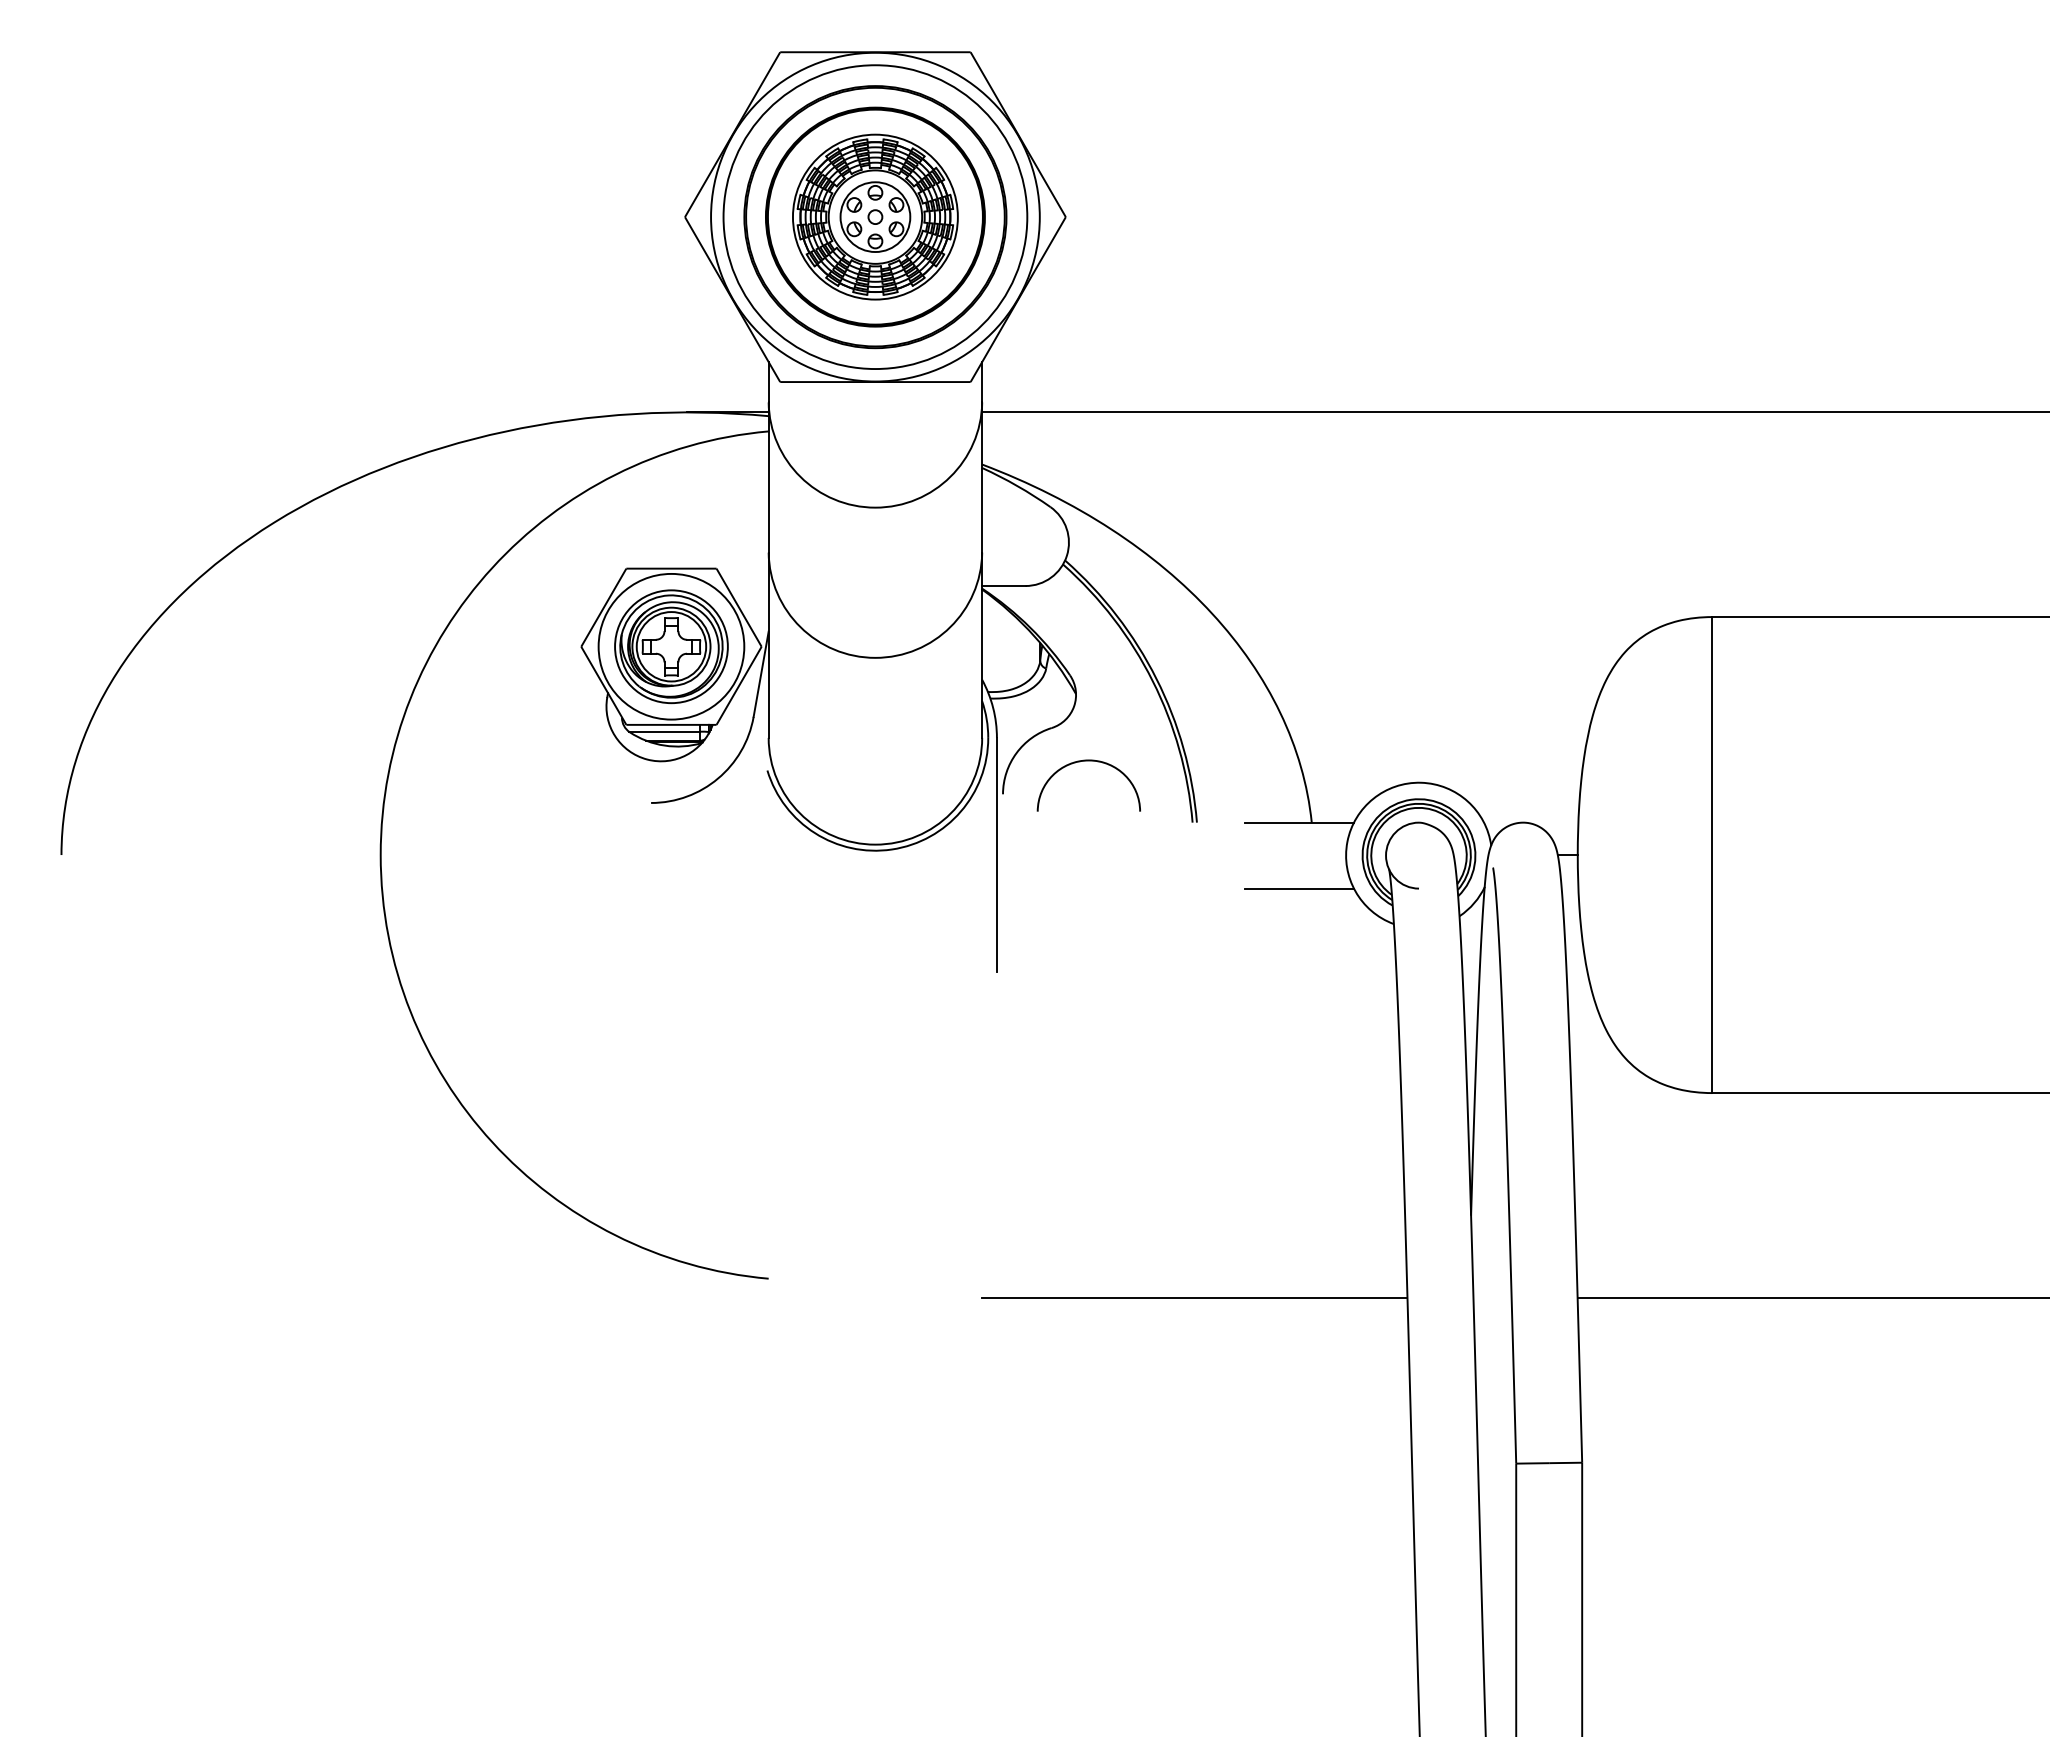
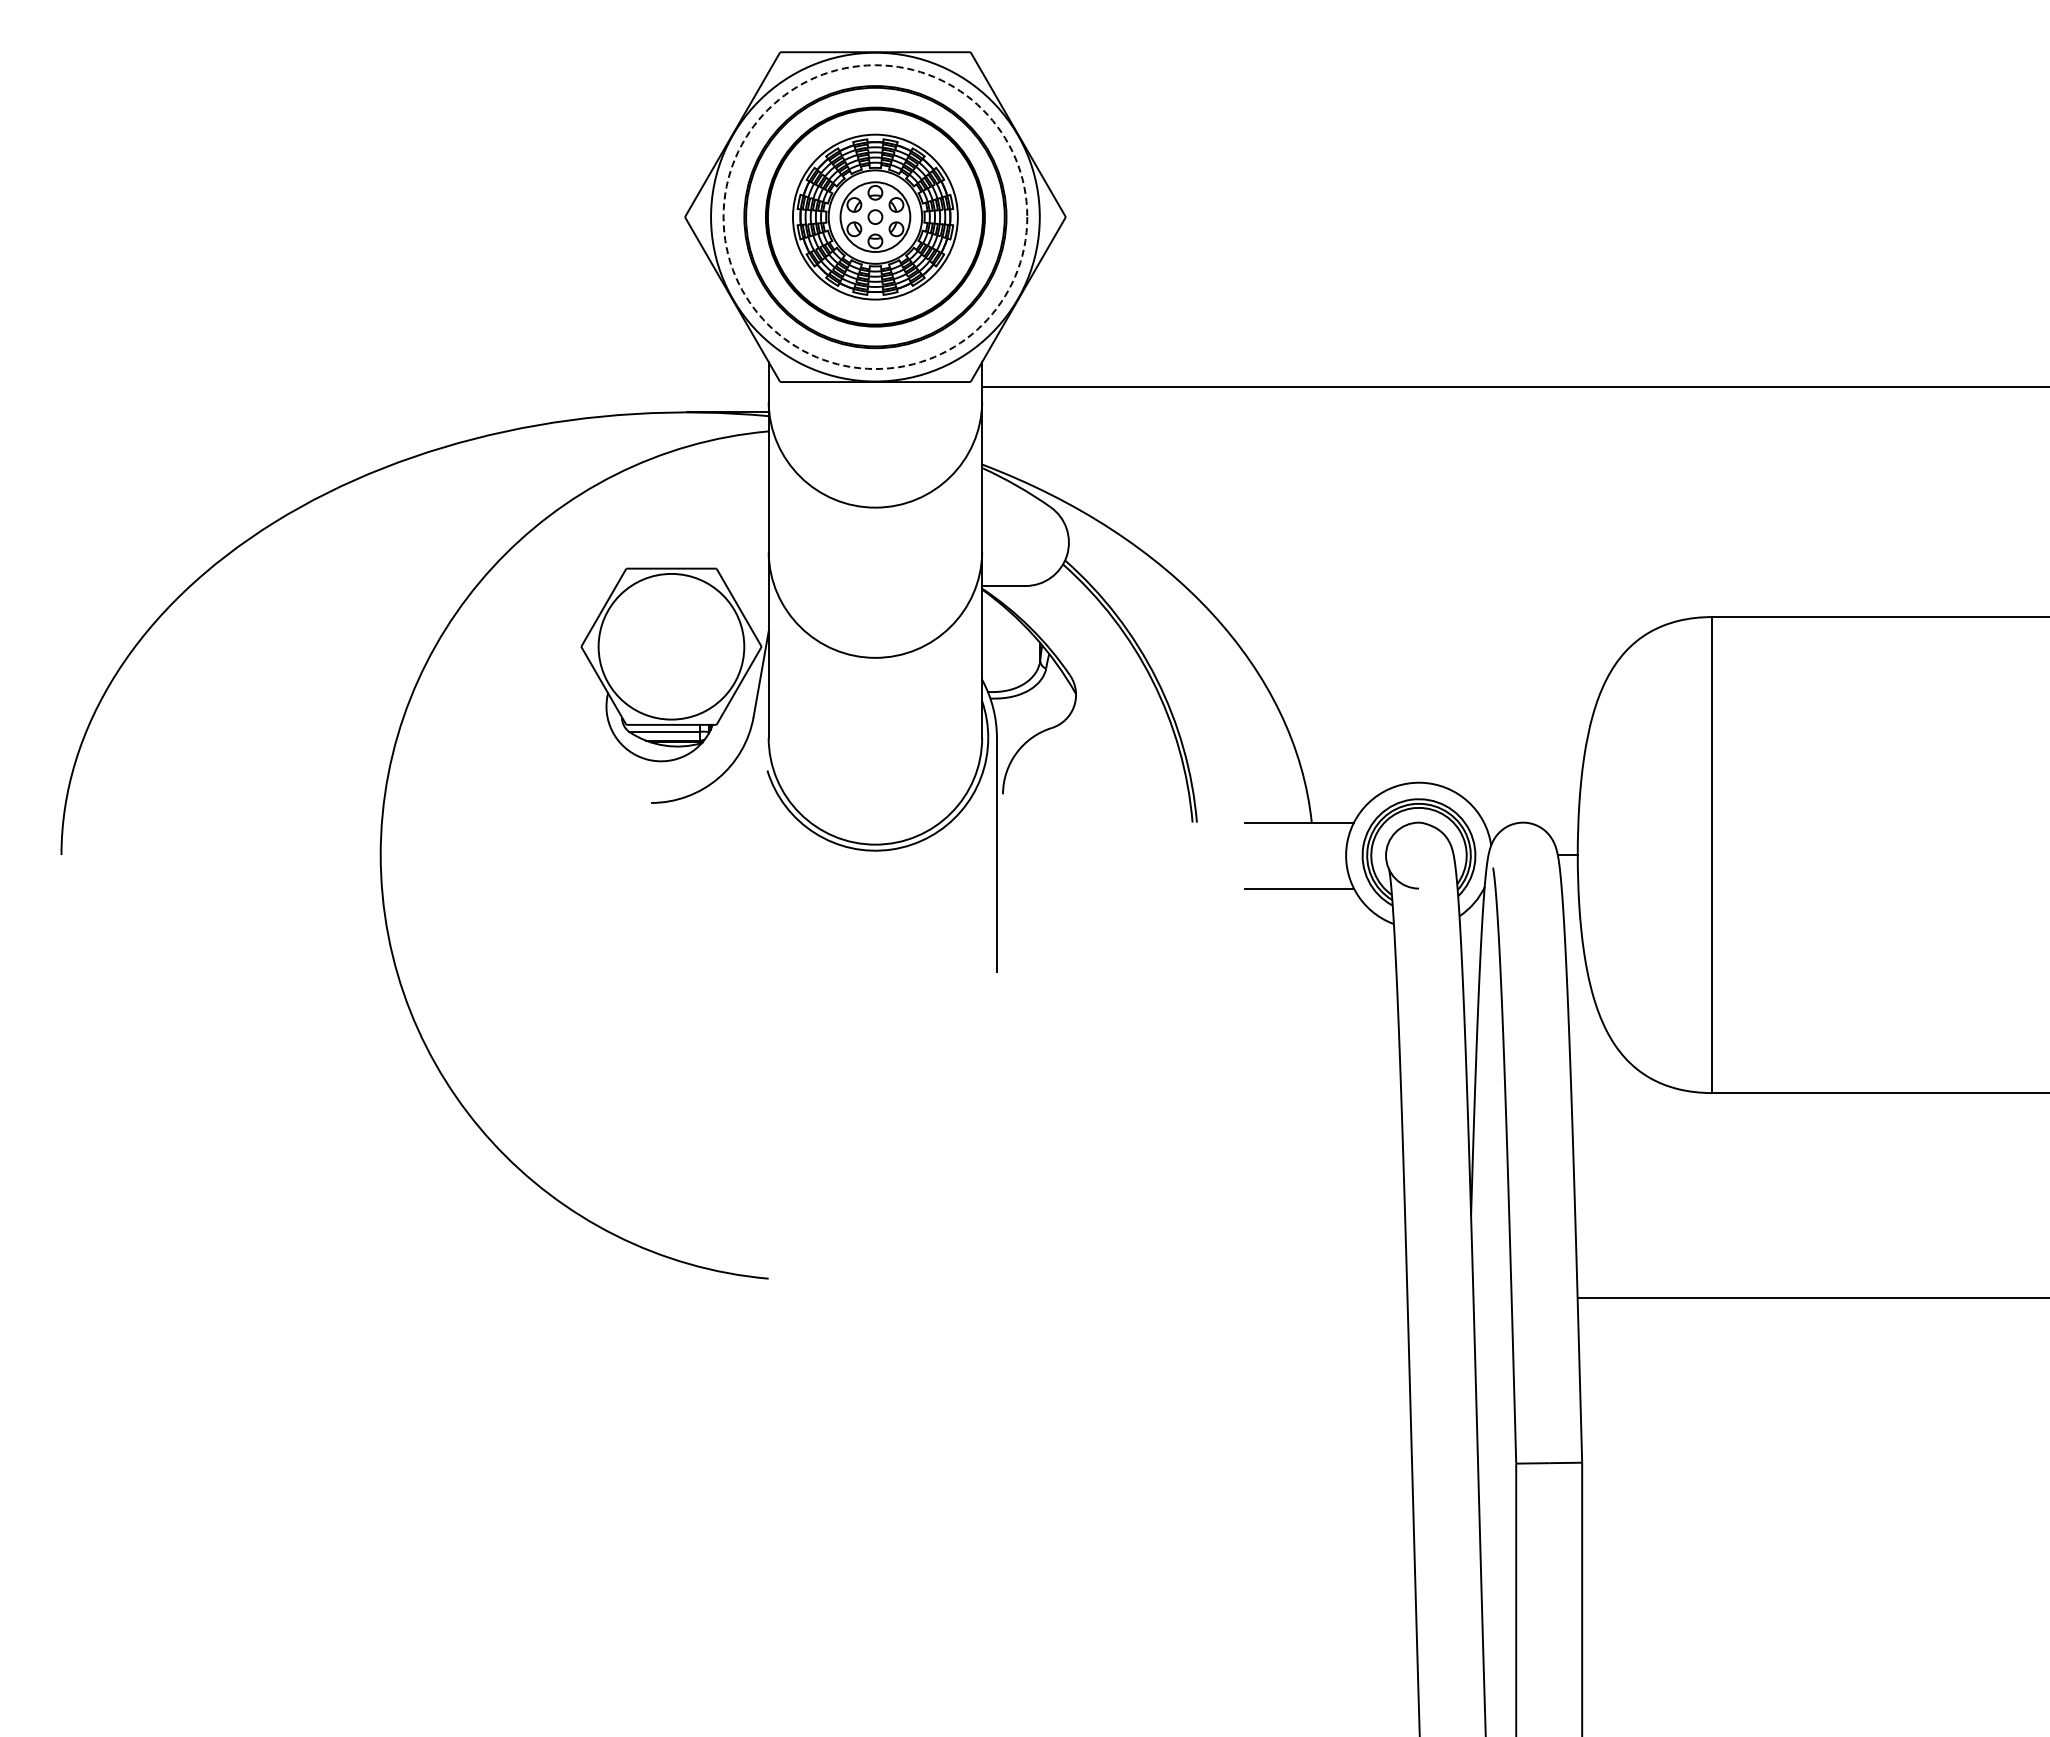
circle at (875, 217): solid -> dashed
line at (1514, 412) position: (1514, 412) -> (1514, 387)
part at (671, 646): present -> none
arc at (1088, 761): present -> none
line at (1194, 1297): present -> none
